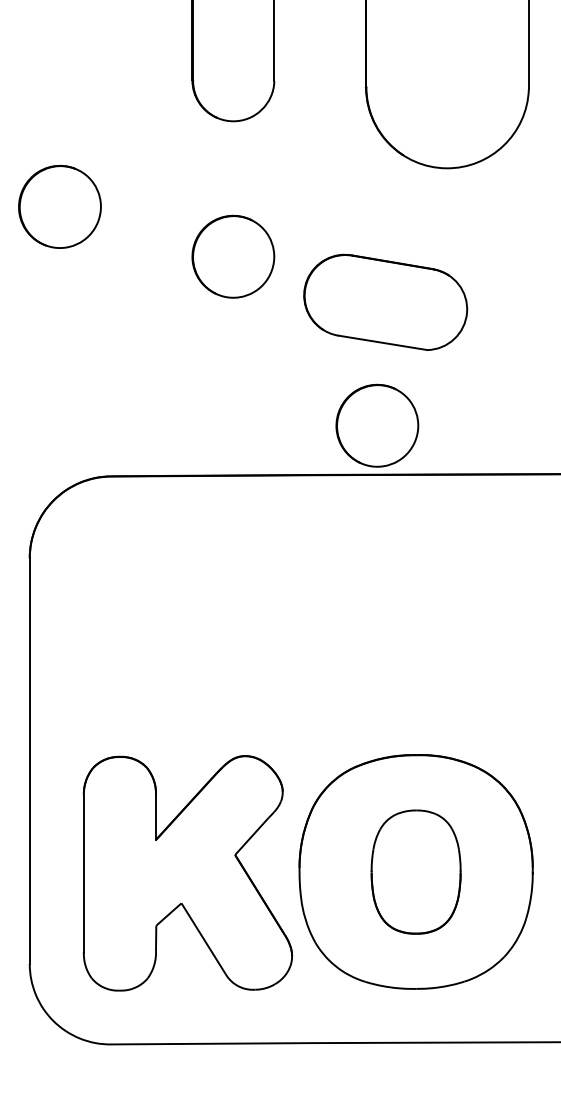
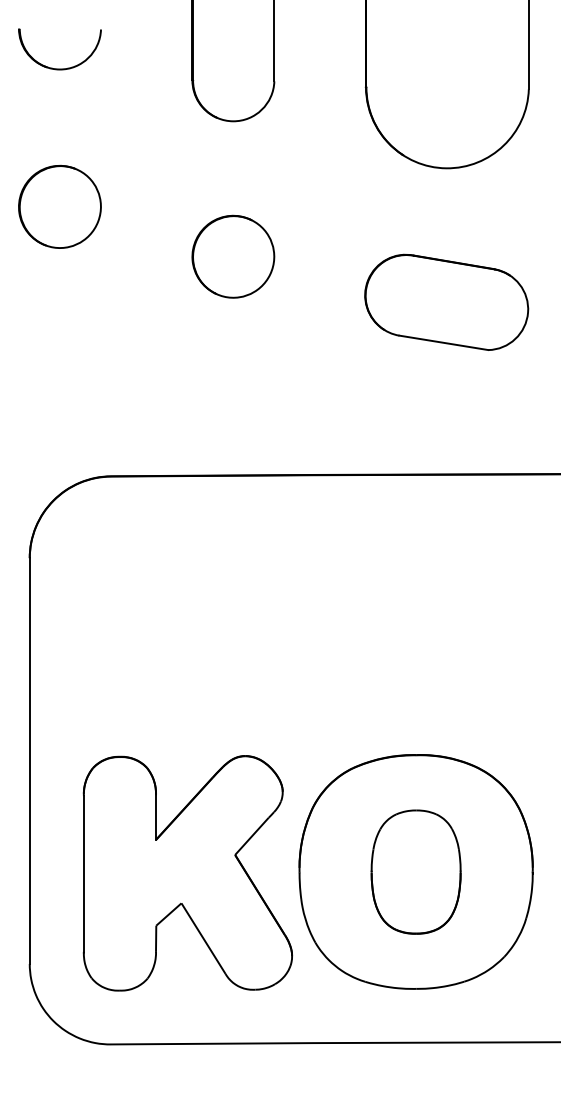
part at (59, 68): none -> present
part at (385, 301) position: (385, 301) -> (446, 301)
part at (377, 425): present -> none
